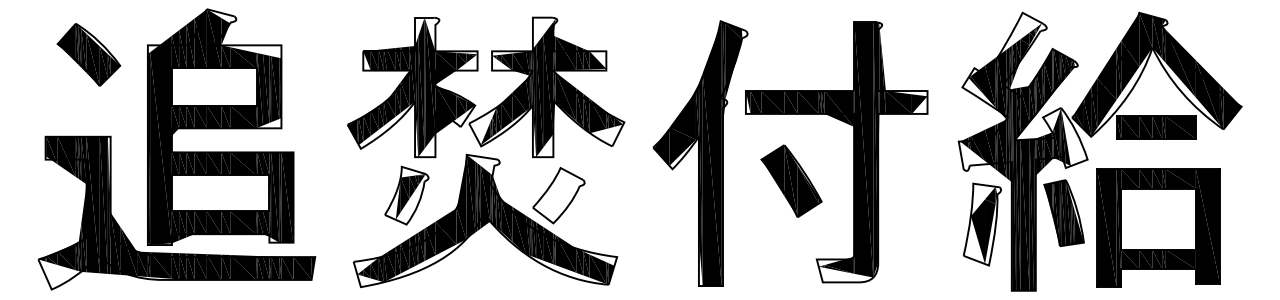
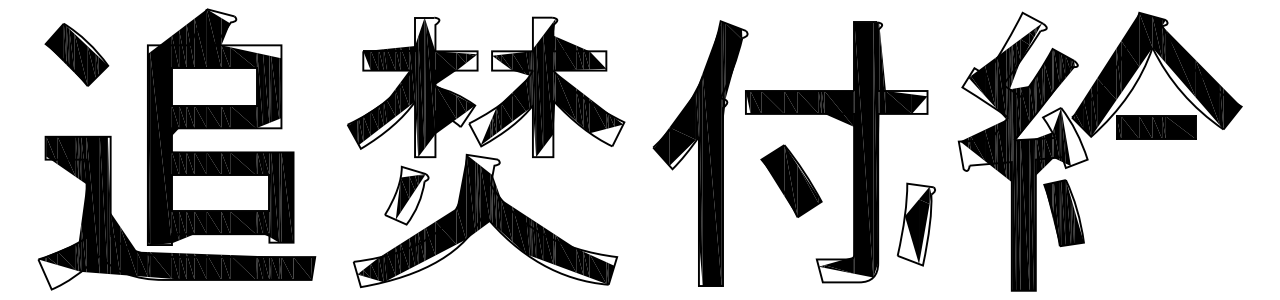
part at (88, 54) position: (88, 54) -> (76, 54)
part at (558, 195): present -> none
part at (981, 224) position: (981, 224) -> (915, 224)
part at (1158, 227): present -> none
